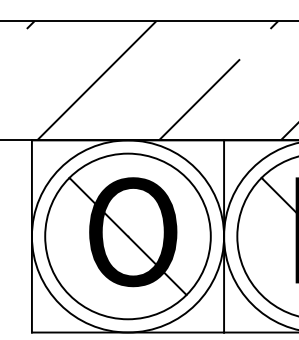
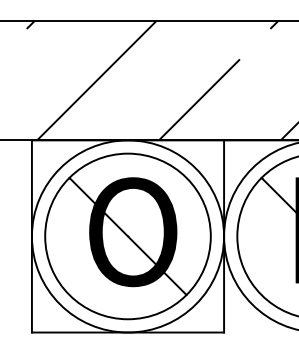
line at (259, 332): present -> none
